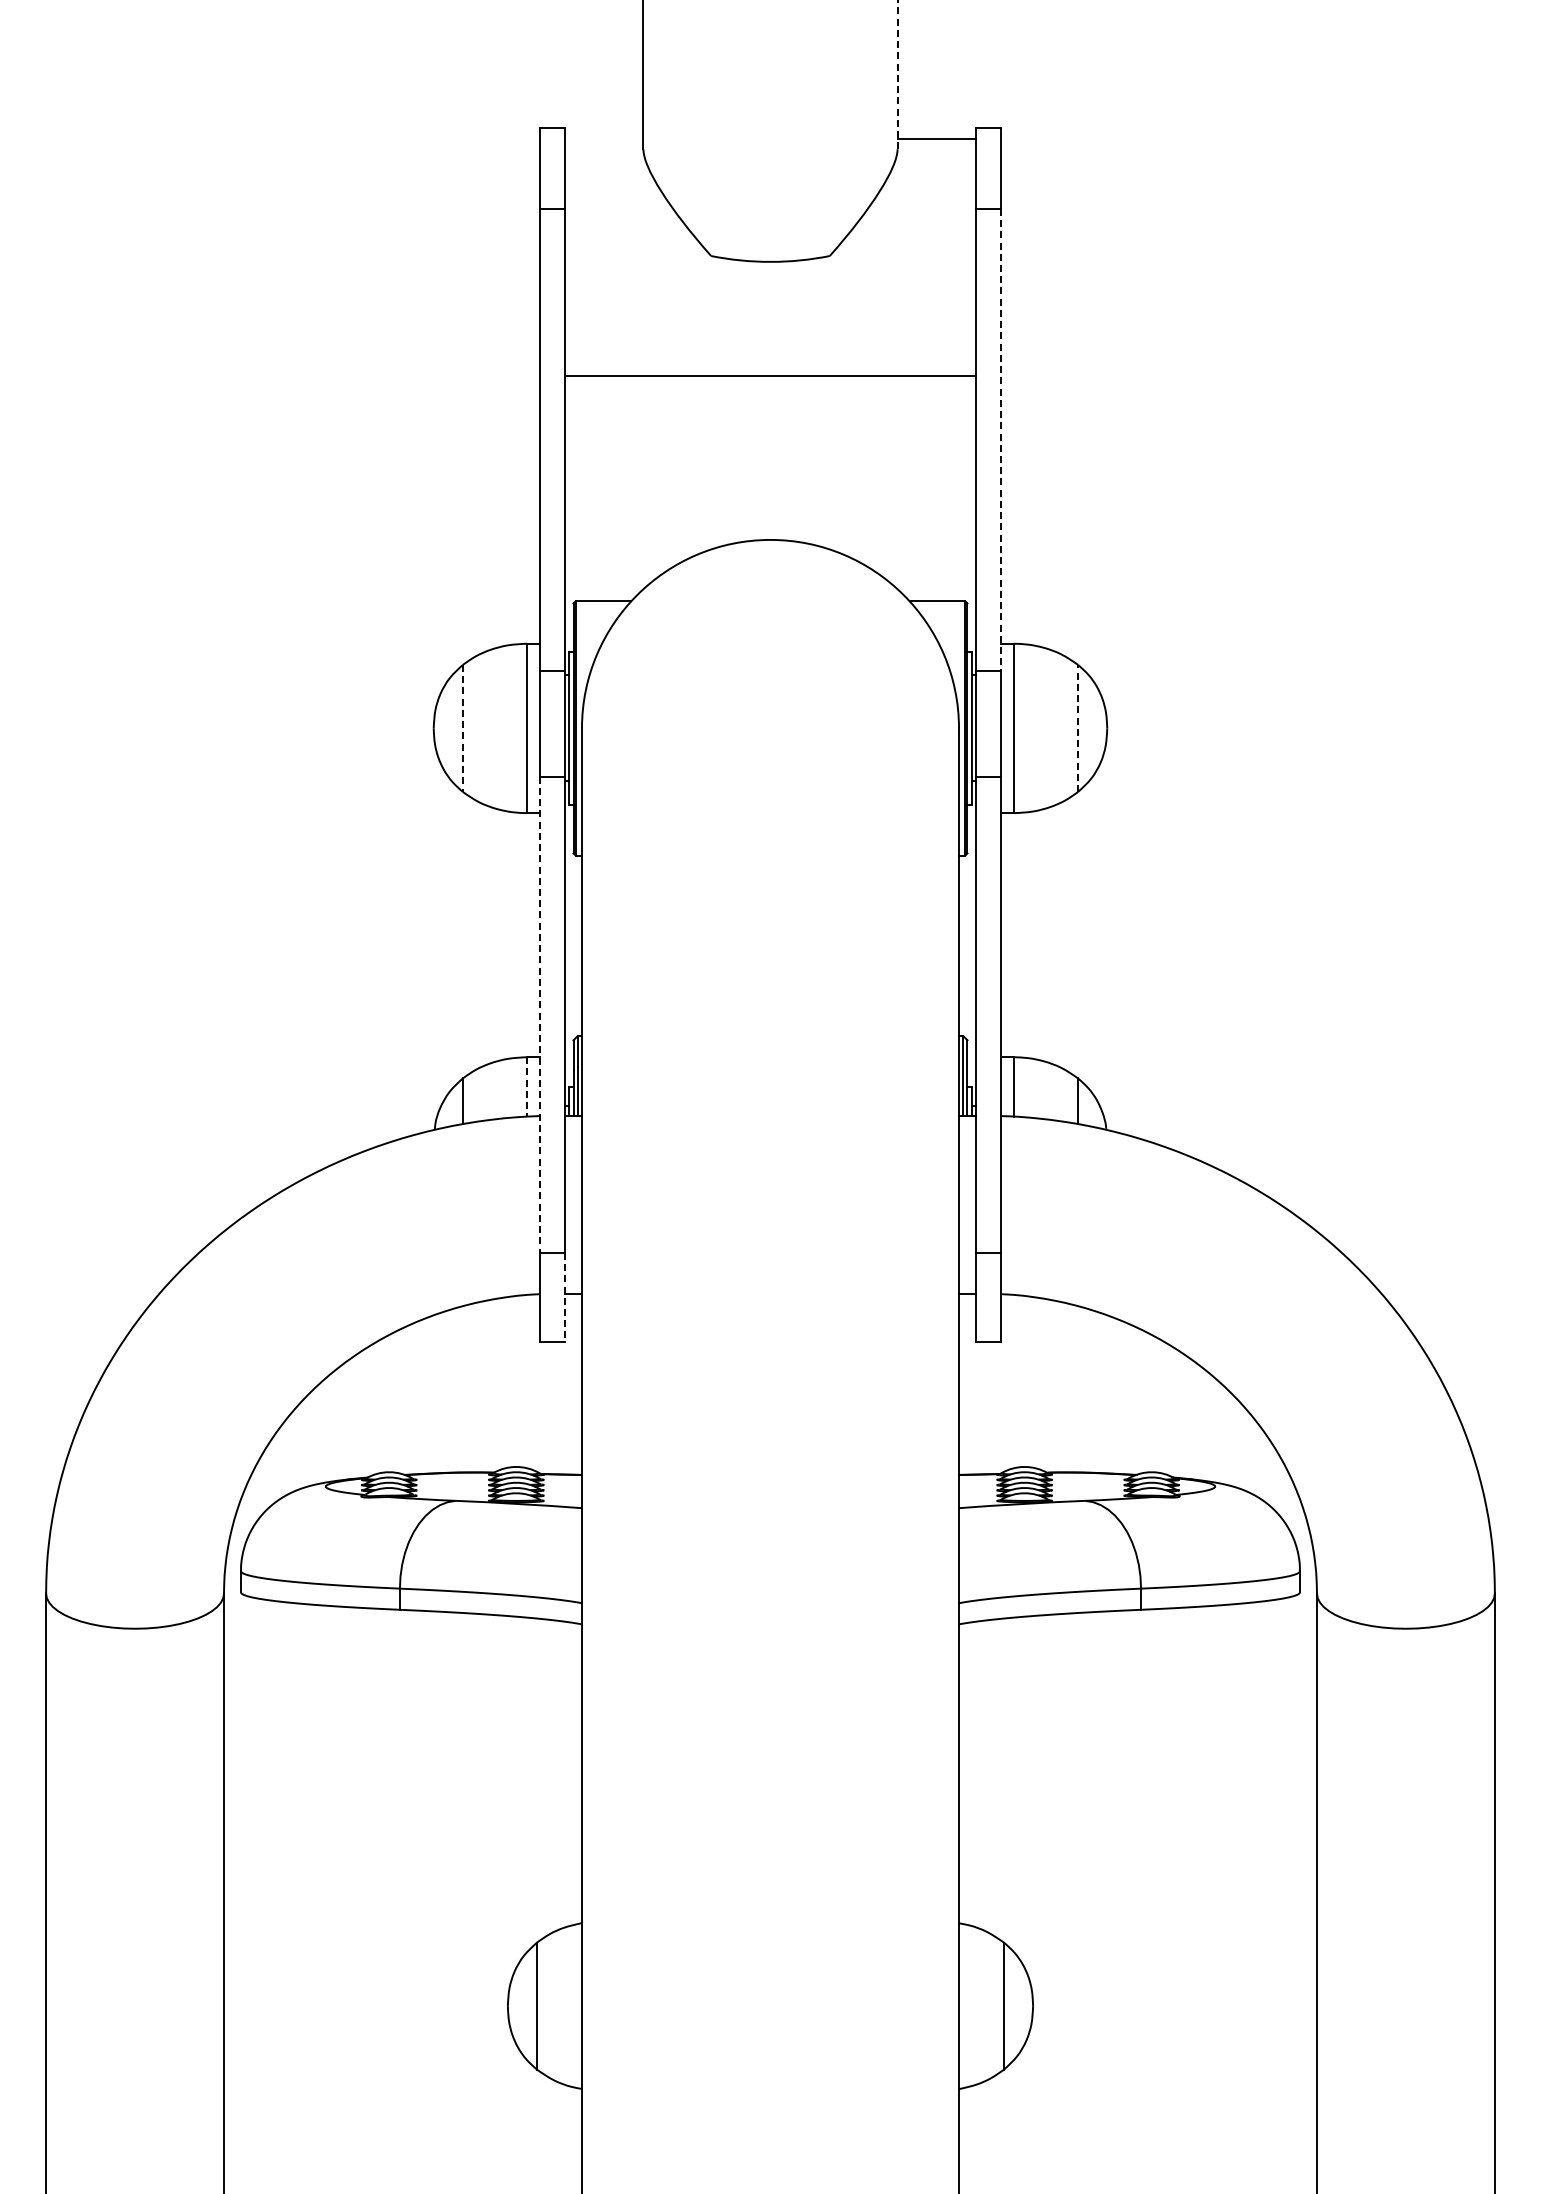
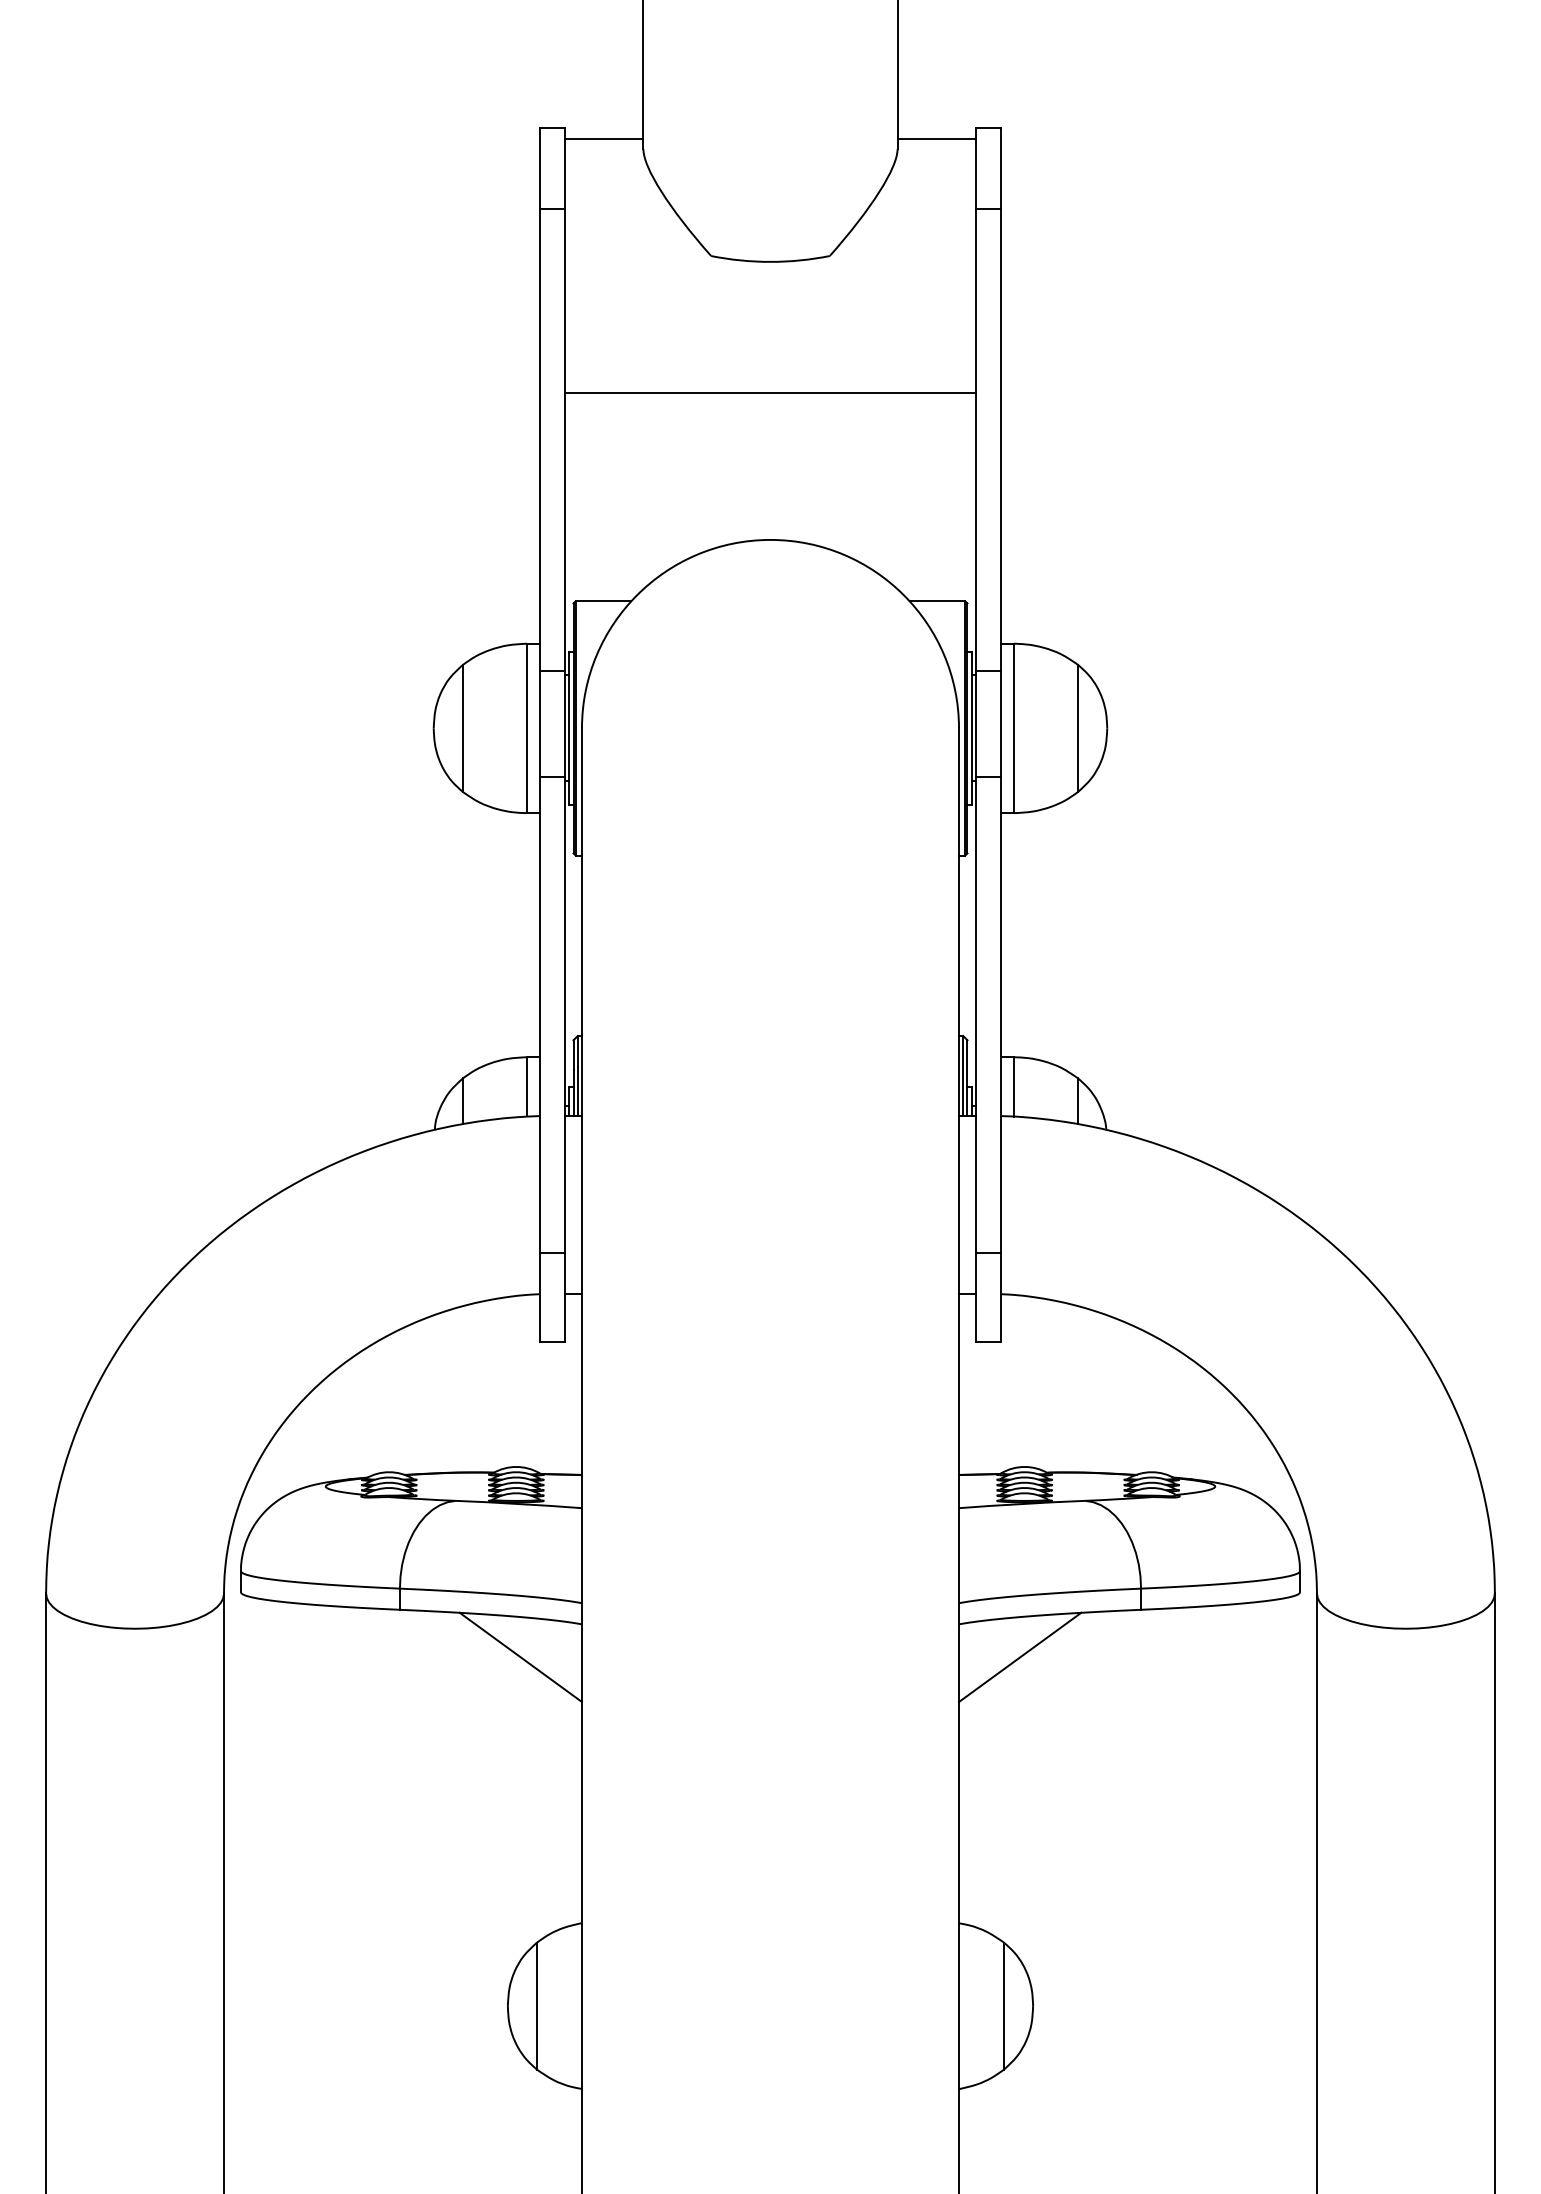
line at (897, 74): dashed -> solid
line at (604, 138): none -> present
line at (770, 376) position: (770, 376) -> (770, 393)
line at (1001, 440): dashed -> solid
line at (462, 728): dashed -> solid
line at (1078, 728): dashed -> solid
line at (539, 1015): dashed -> solid
line at (526, 1086): dashed -> solid
line at (565, 1297): dashed -> solid
line at (520, 1657): none -> present
line at (1020, 1657): none -> present
